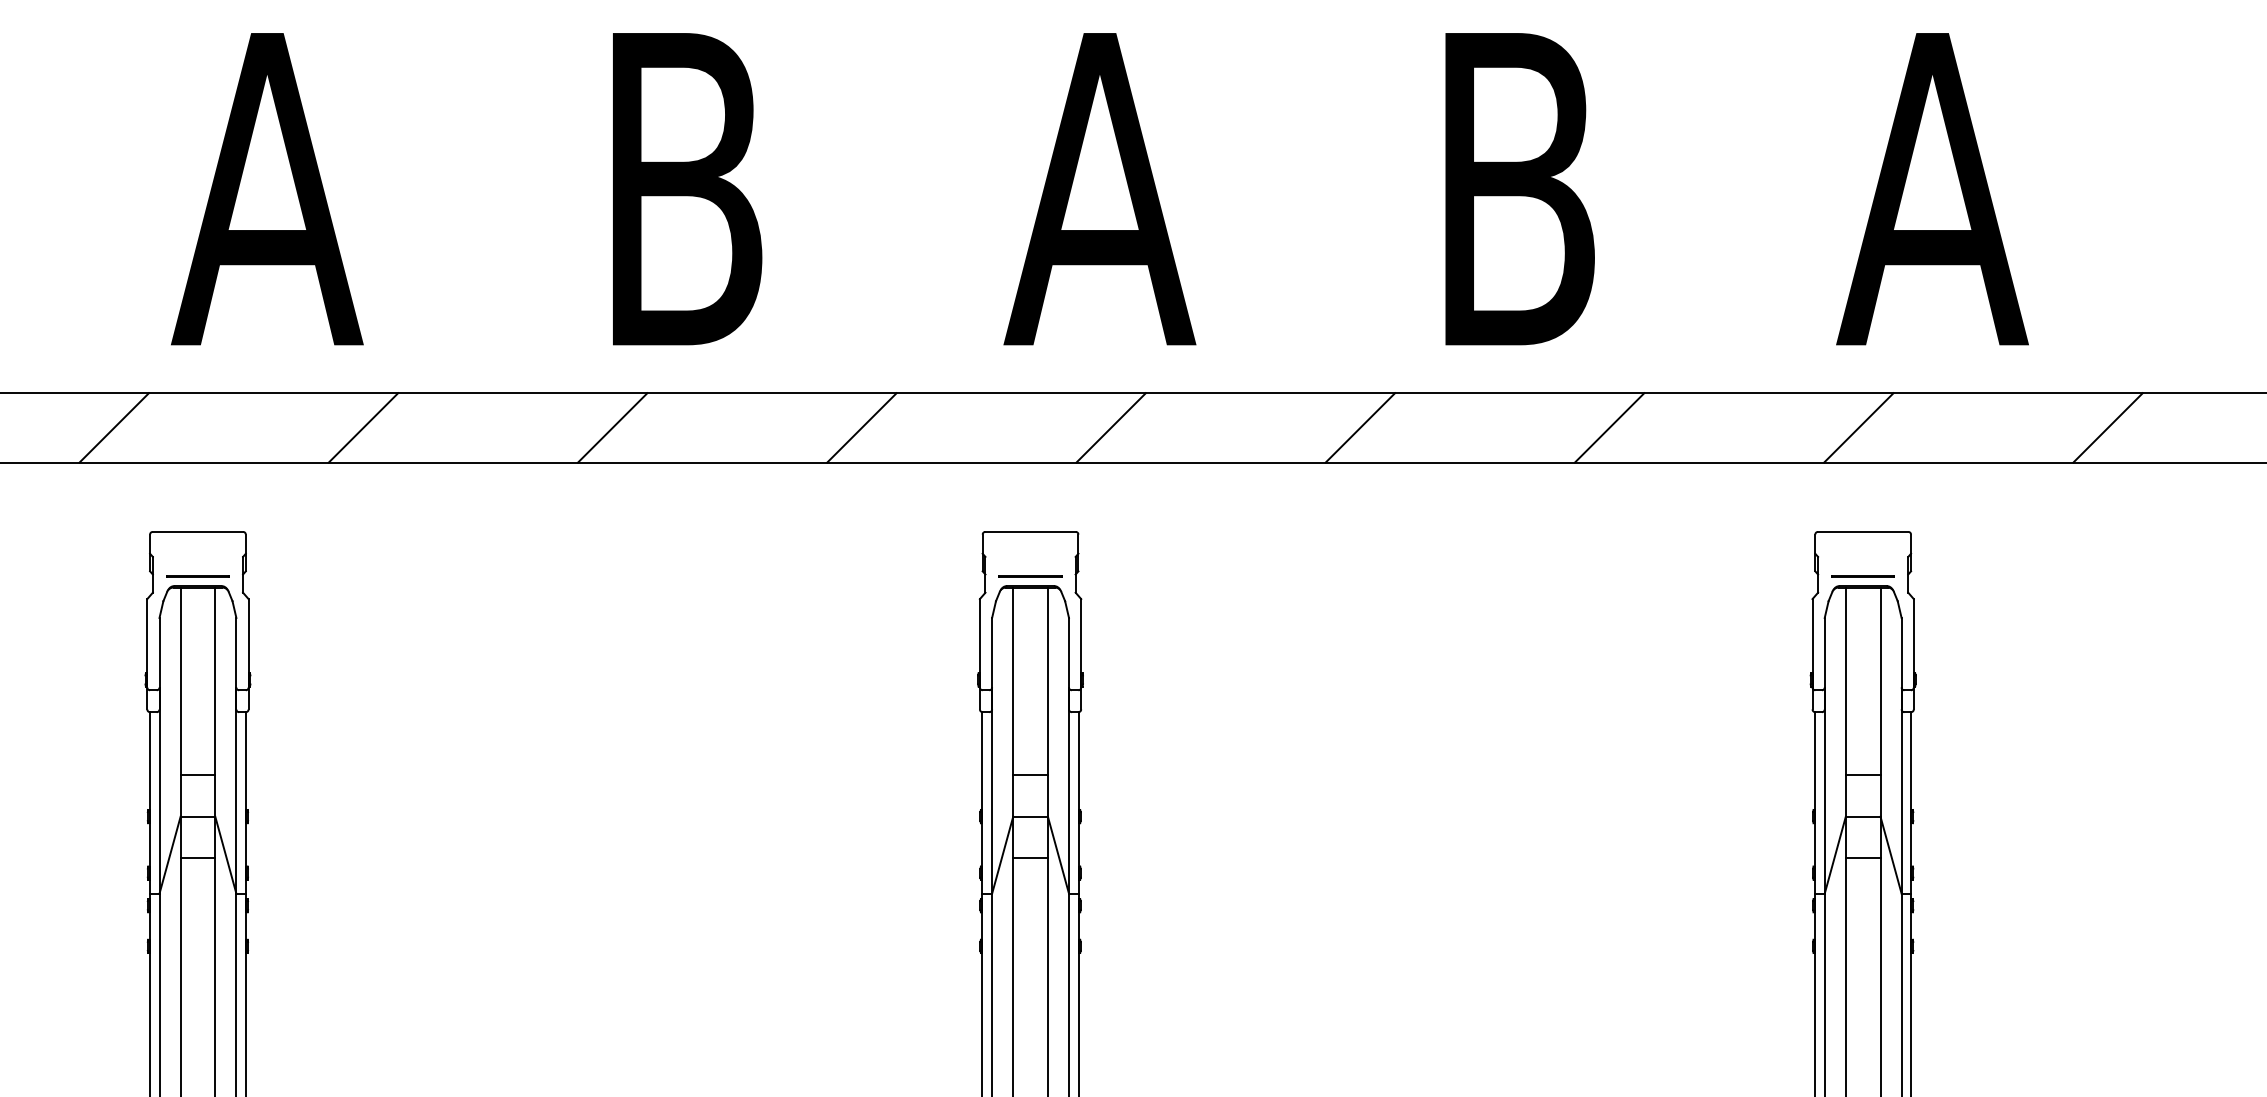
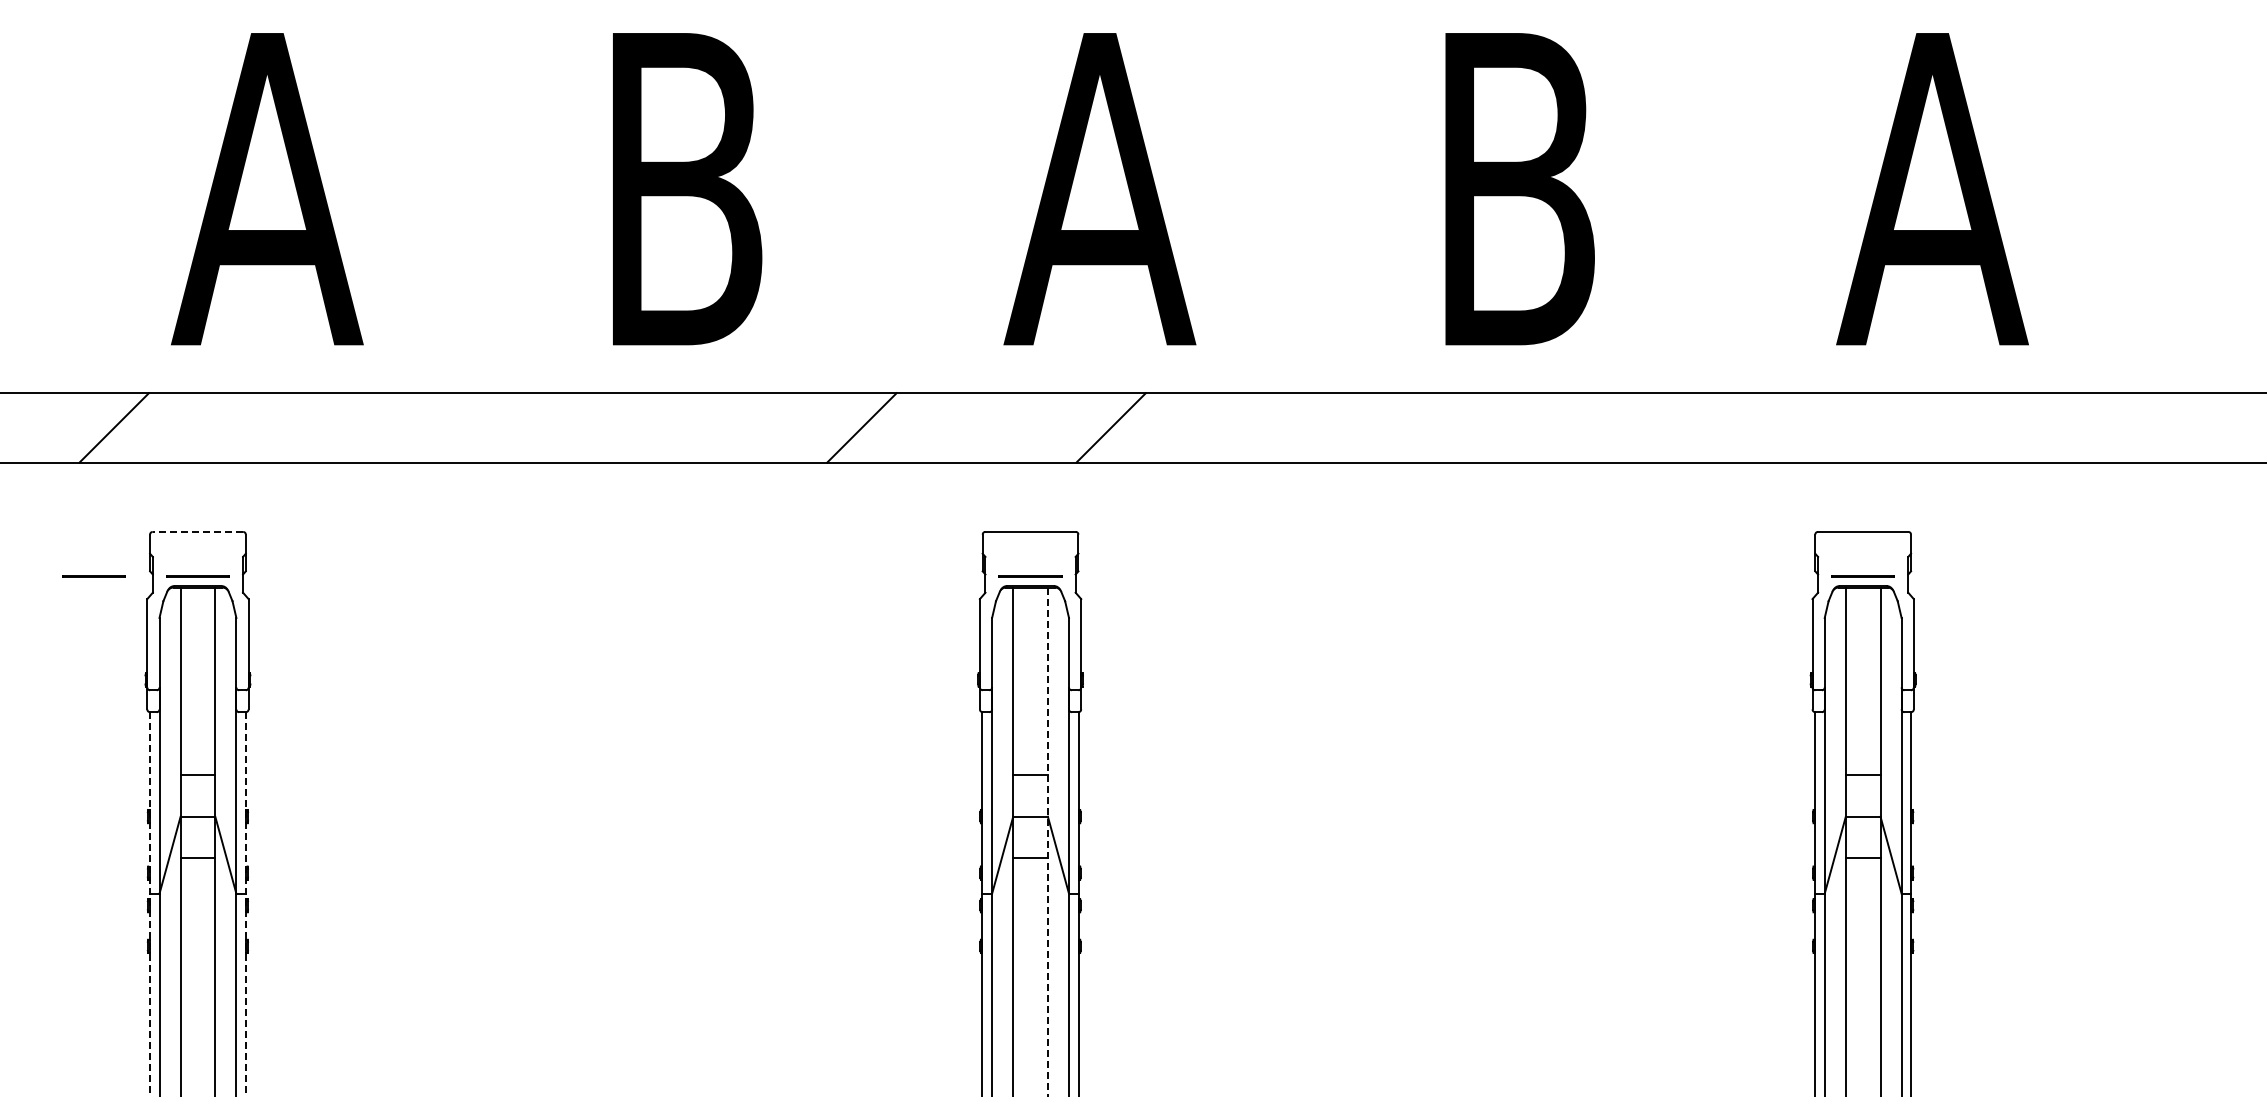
line at (363, 427): present -> none
line at (612, 427): present -> none
line at (1360, 427): present -> none
line at (1609, 427): present -> none
line at (1858, 427): present -> none
line at (2107, 427): present -> none
line at (197, 531): solid -> dashed
line at (93, 576): none -> present
line at (1047, 842): solid -> dashed
line at (149, 904): solid -> dashed
line at (246, 904): solid -> dashed
